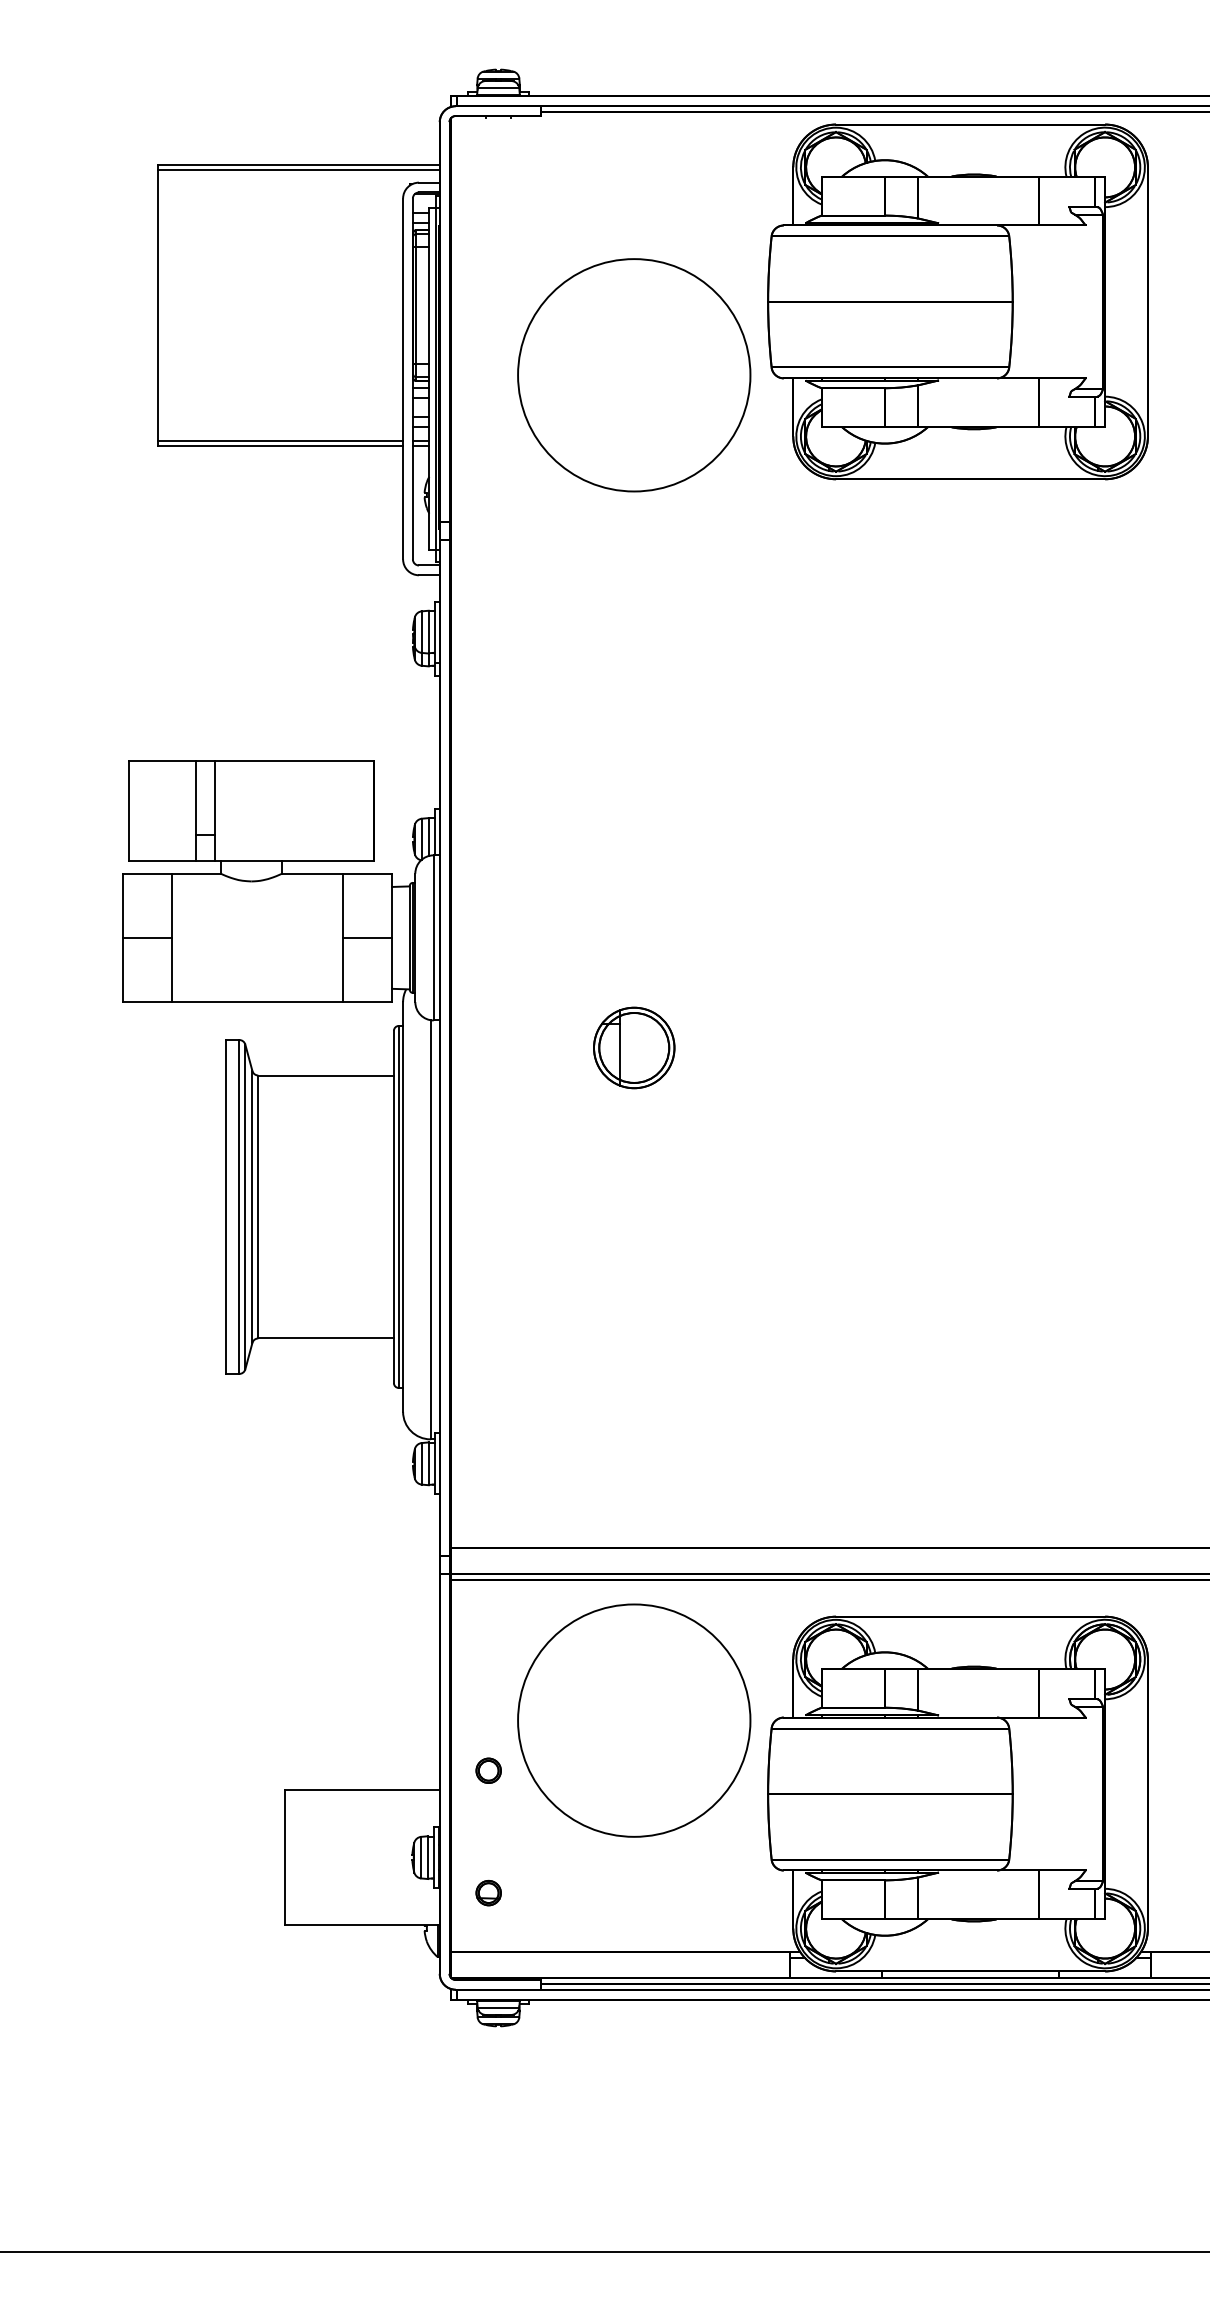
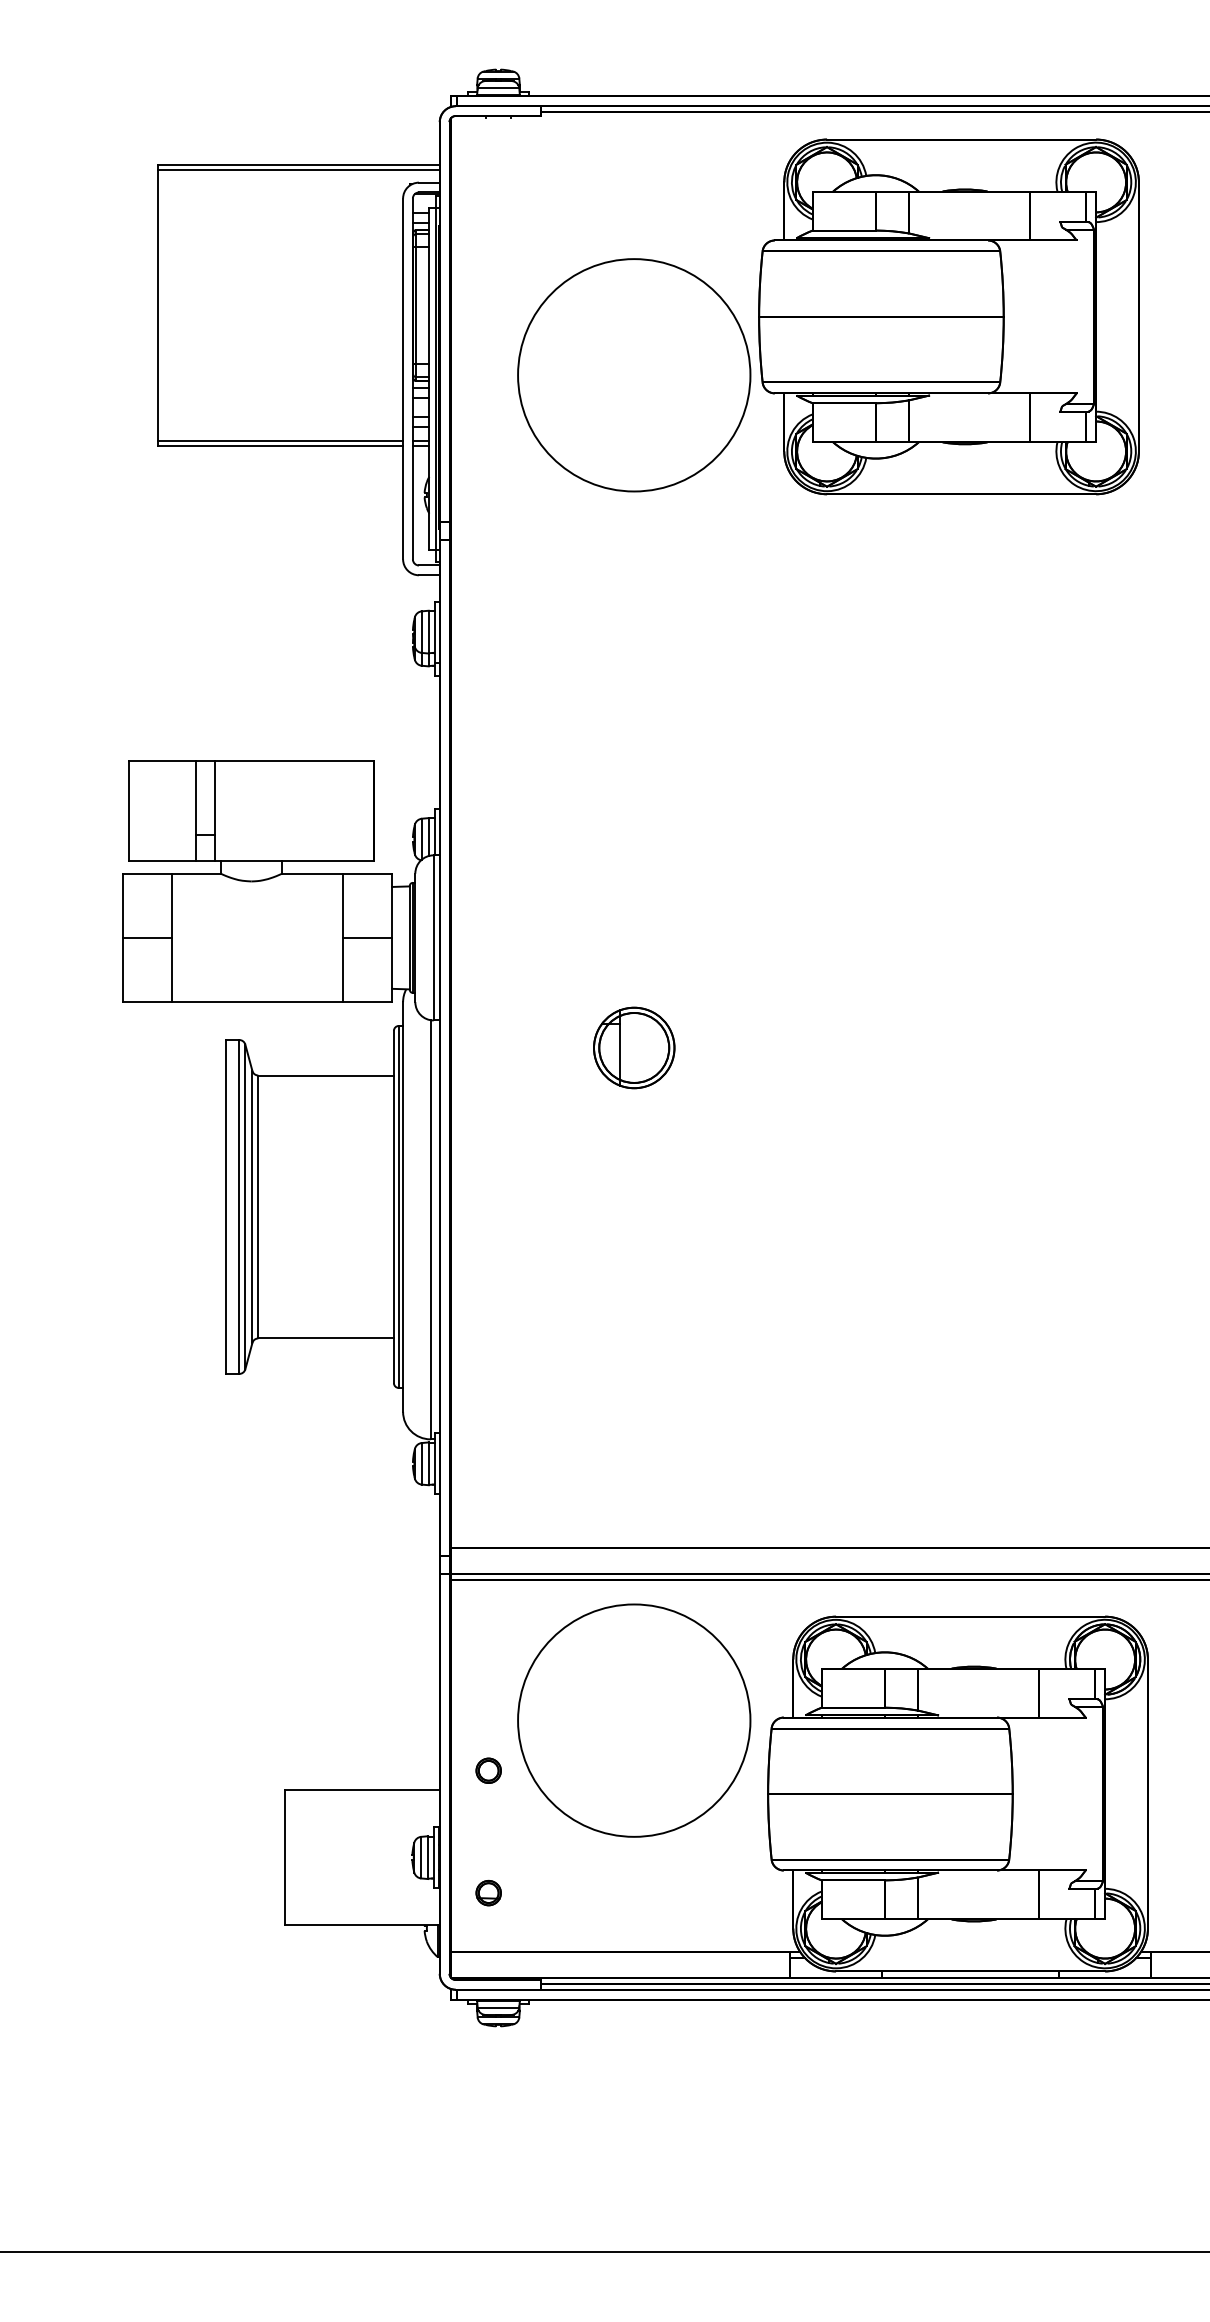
part at (957, 301) position: (957, 301) -> (948, 316)
